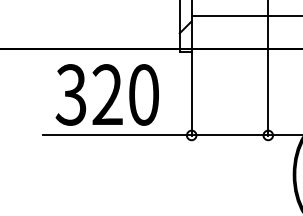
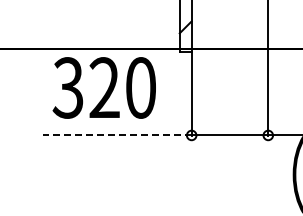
line at (245, 15): present -> none
text at (106, 94) position: (106, 94) -> (103, 87)
line at (116, 135): solid -> dashed
